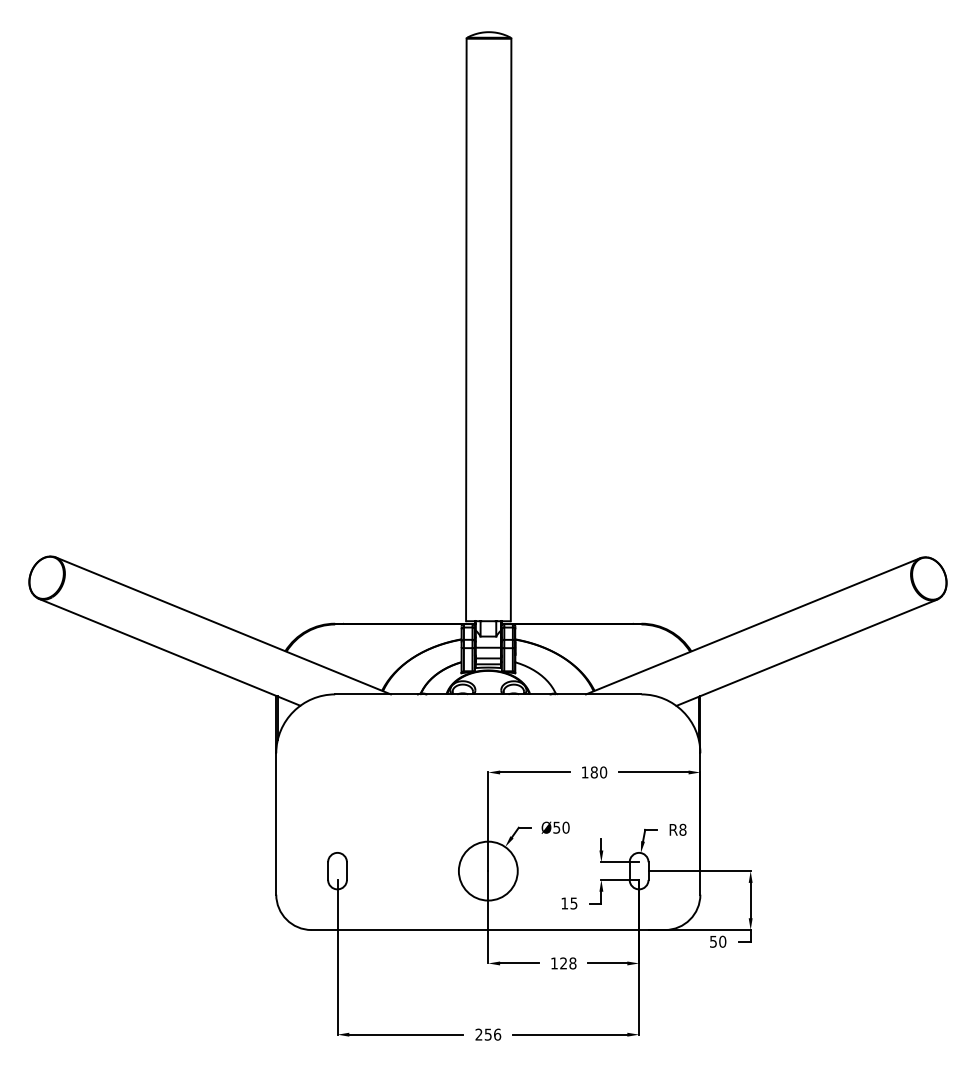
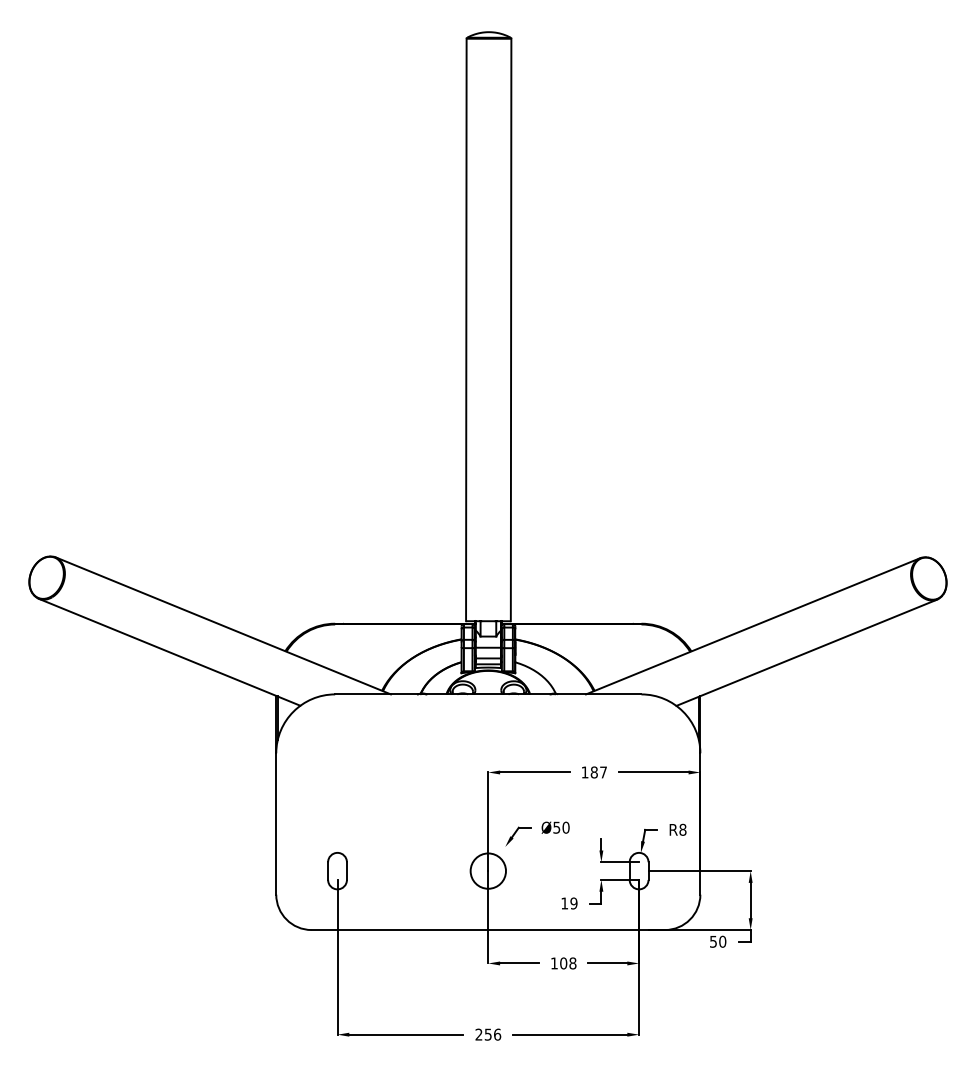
text at (603, 772): 180 -> 187
circle at (487, 870) diameter: 59 px -> 35 px
text at (573, 903): 15 -> 19
text at (563, 963): 128 -> 108
